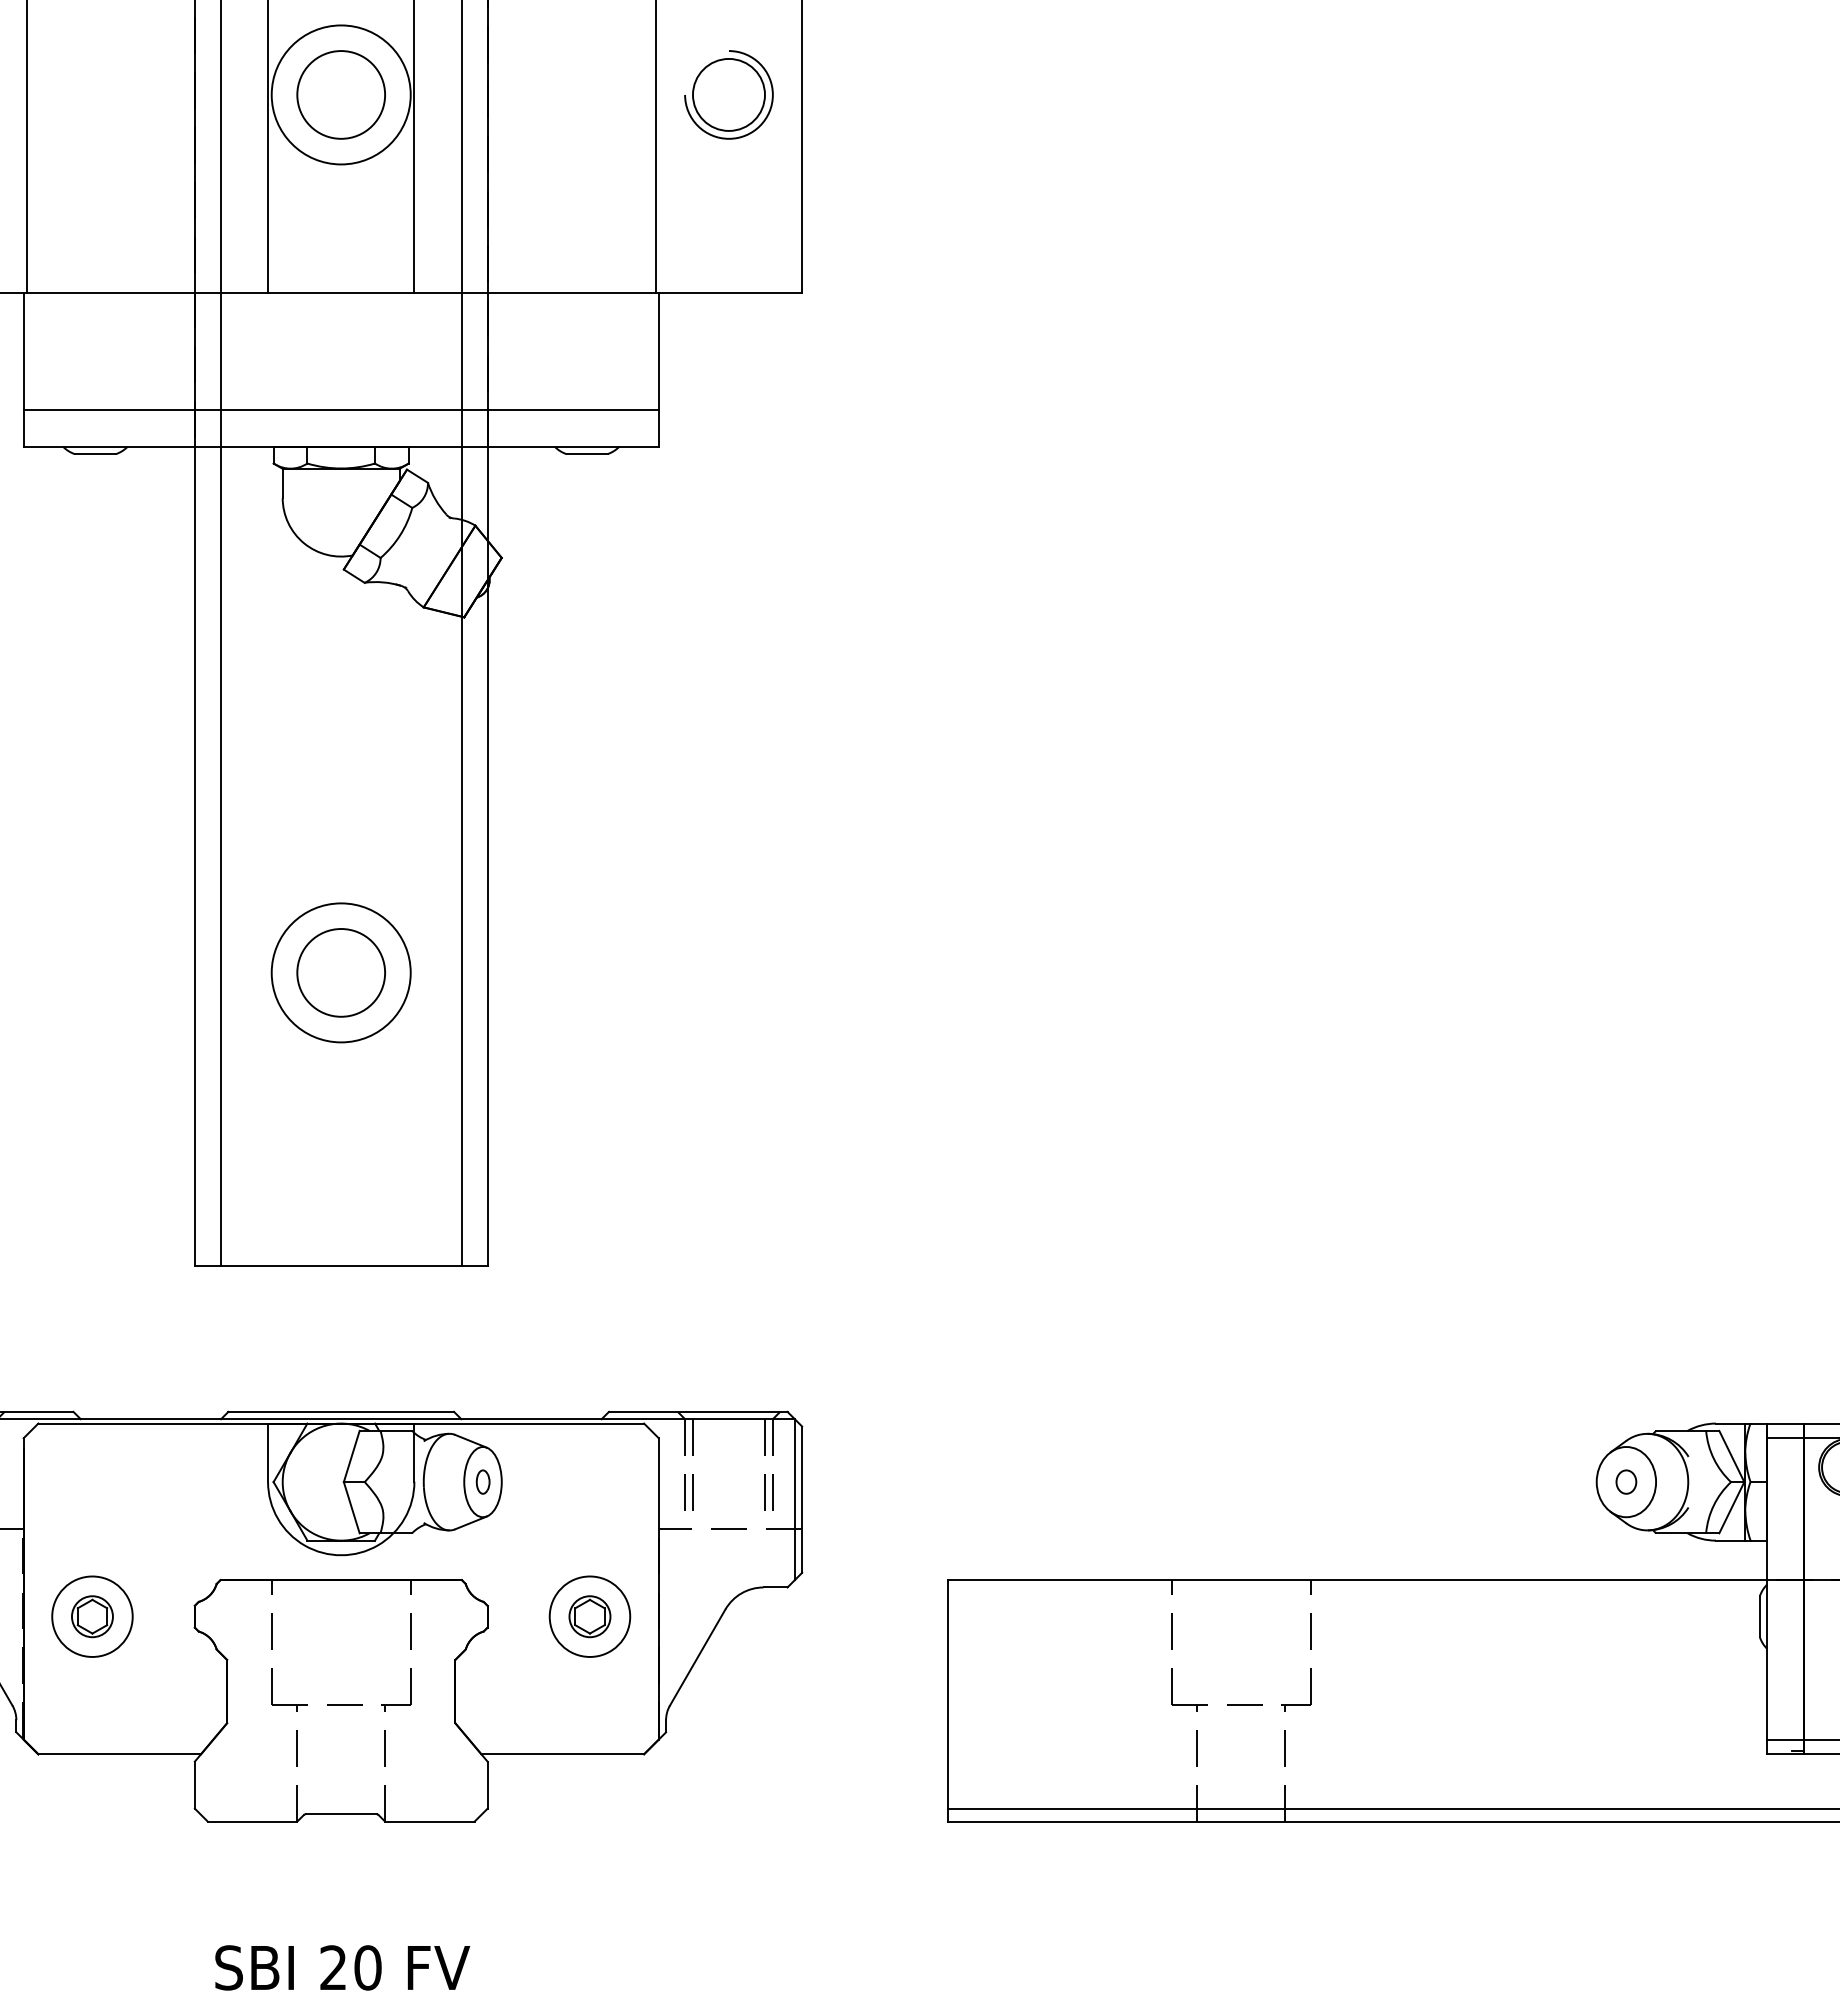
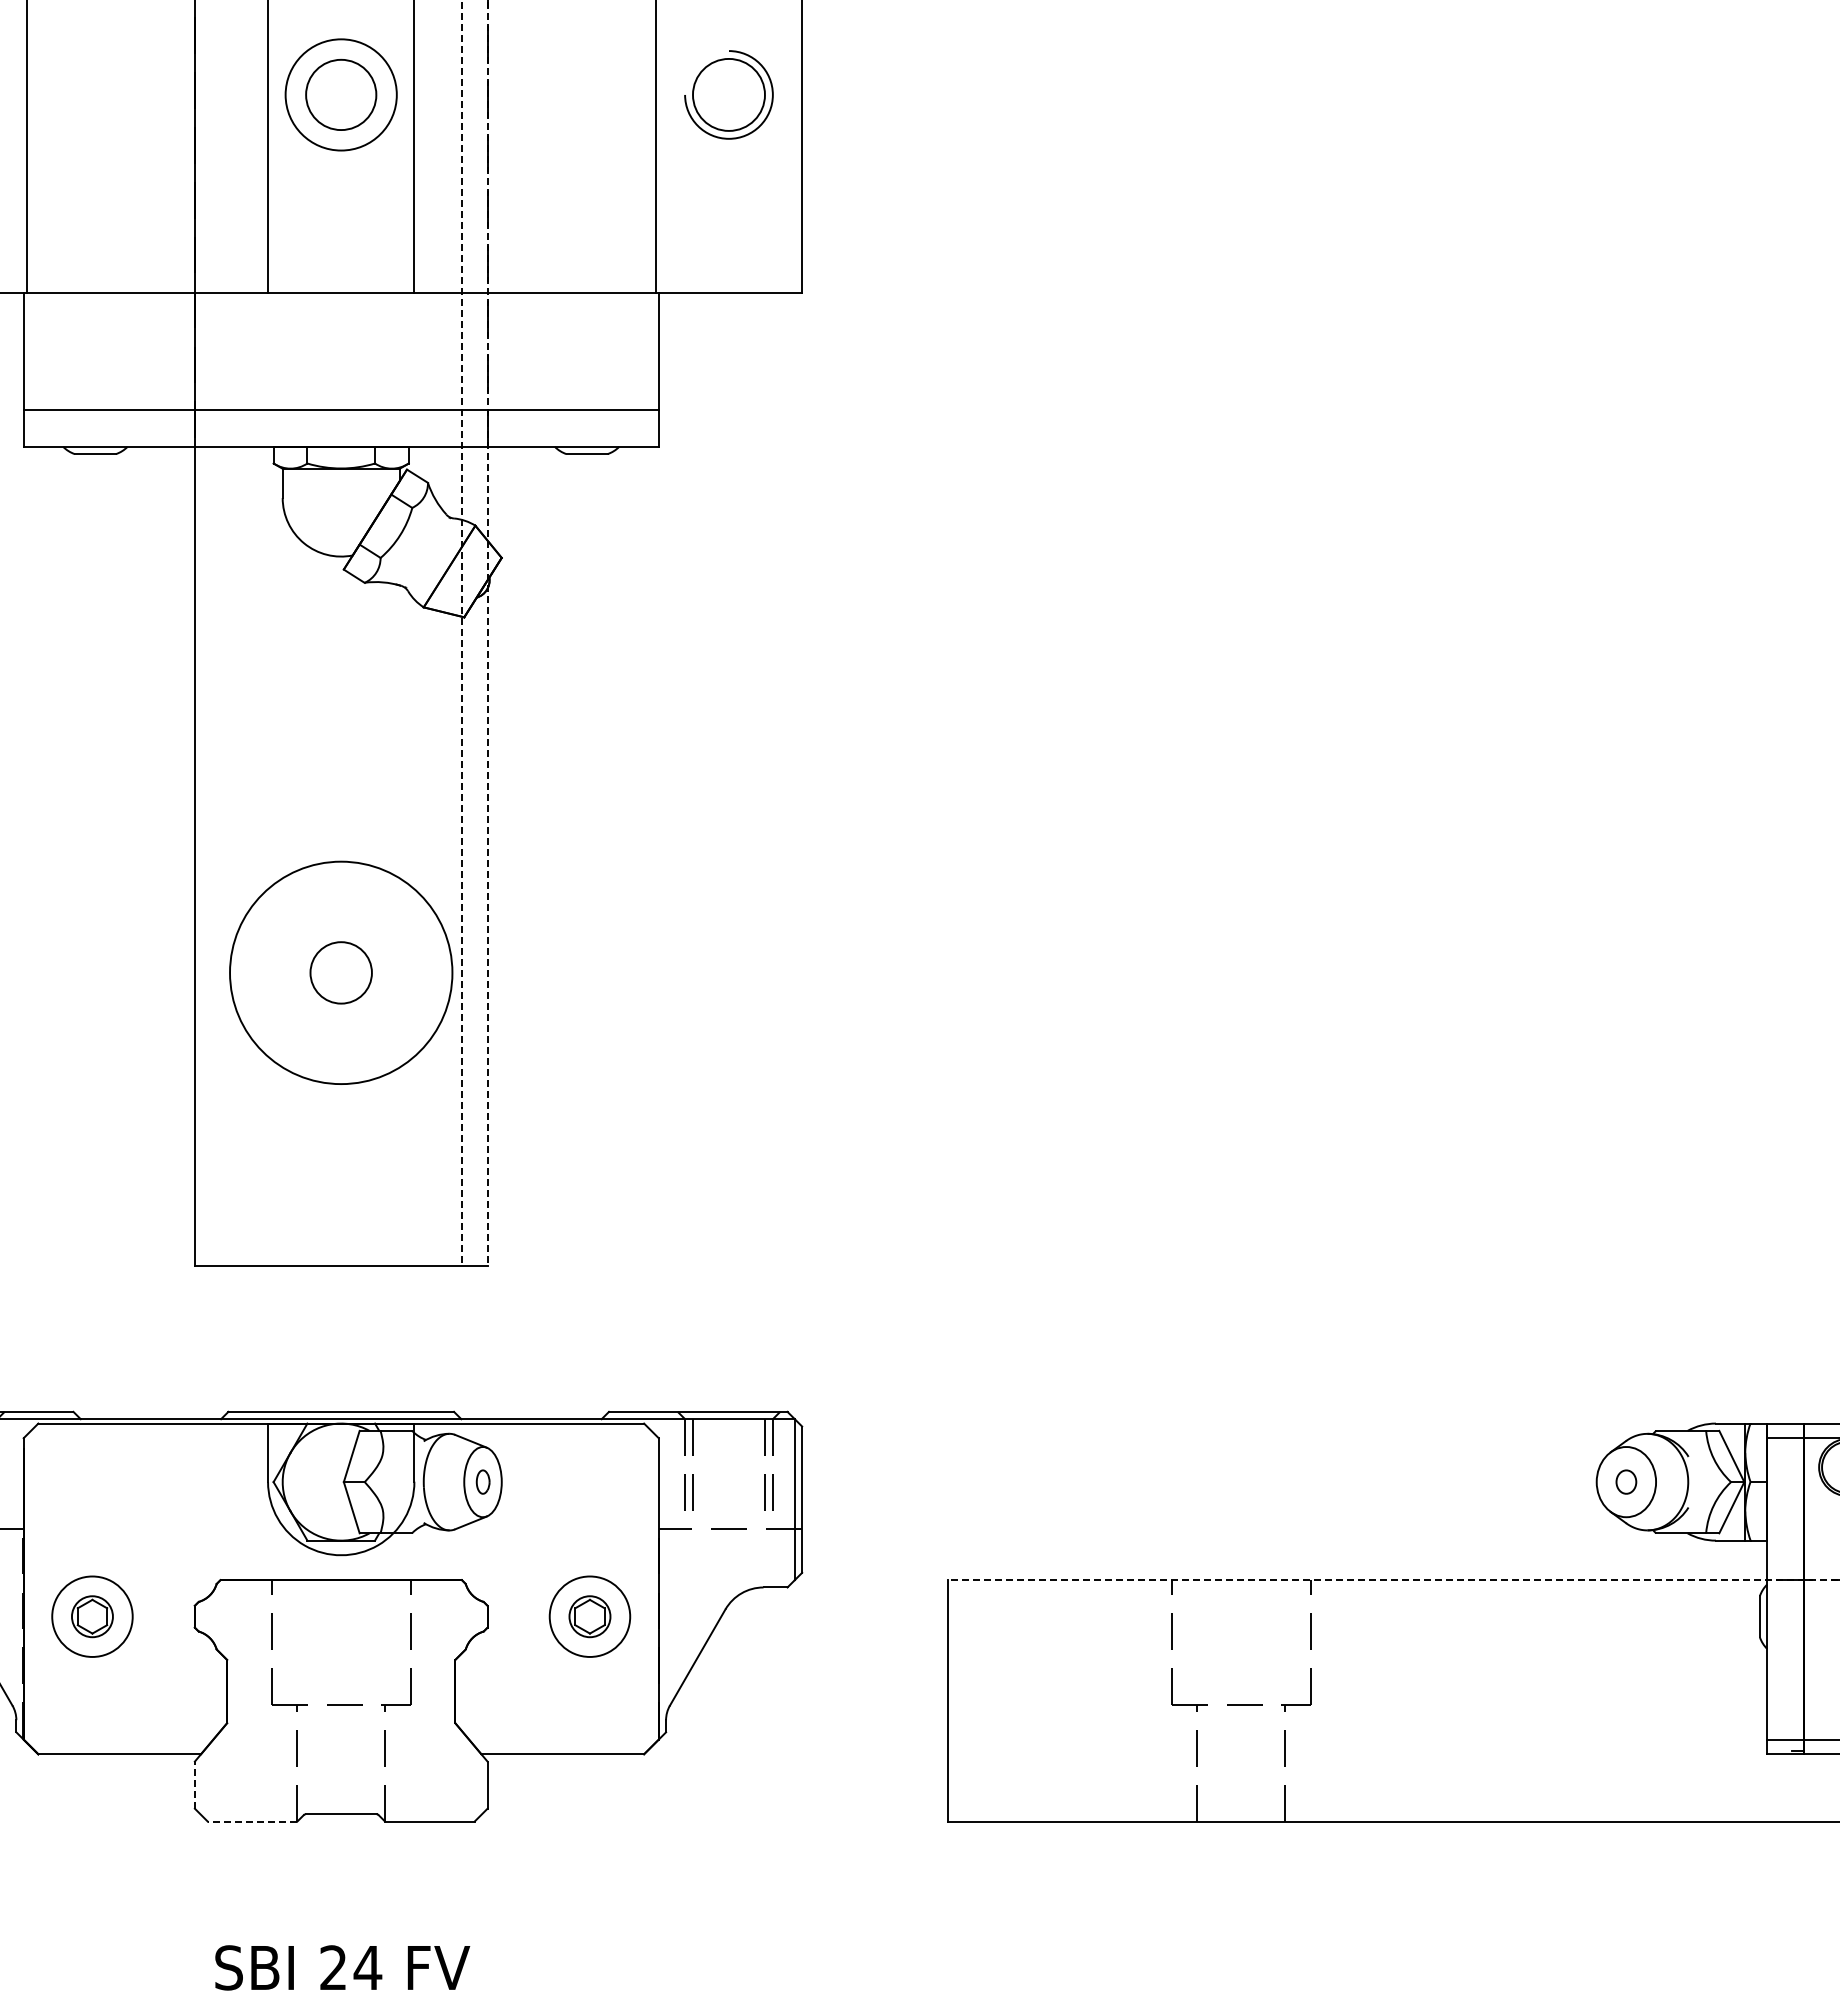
circle at (340, 94) diameter: 139 px -> 111 px
circle at (341, 94) diameter: 88 px -> 70 px
line at (220, 633): present -> none
line at (461, 633): solid -> dashed
line at (487, 633): solid -> dashed
circle at (340, 972) diameter: 139 px -> 222 px
circle at (341, 972) diameter: 88 px -> 61 px
line at (1393, 1580): solid -> dashed
line at (194, 1785): solid -> dashed
line at (1392, 1808): present -> none
line at (252, 1821): solid -> dashed
text at (367, 1967): 20 -> 24
